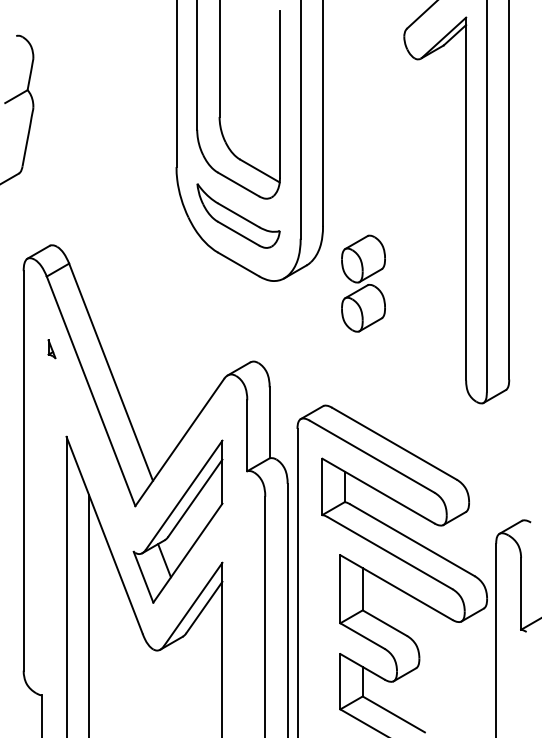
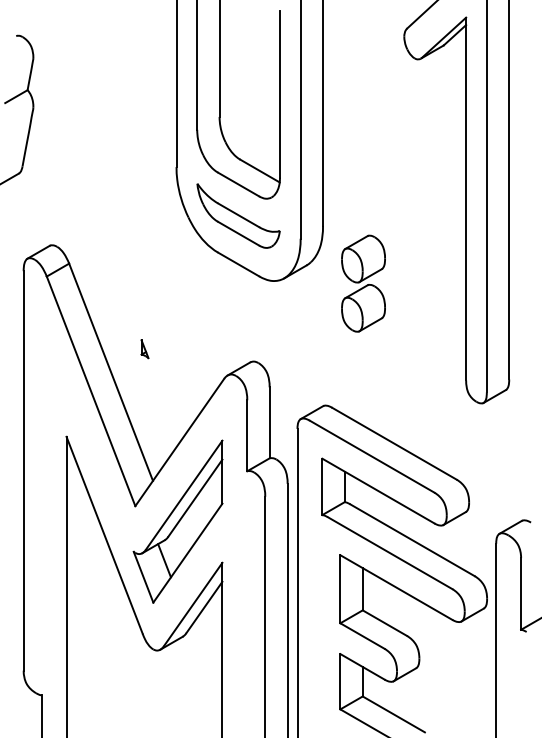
part at (51, 349) position: (51, 349) -> (144, 349)
line at (88, 614): present -> none
